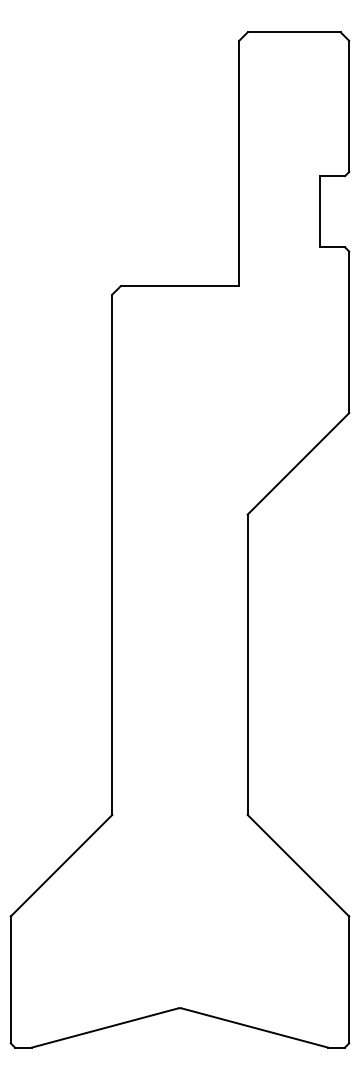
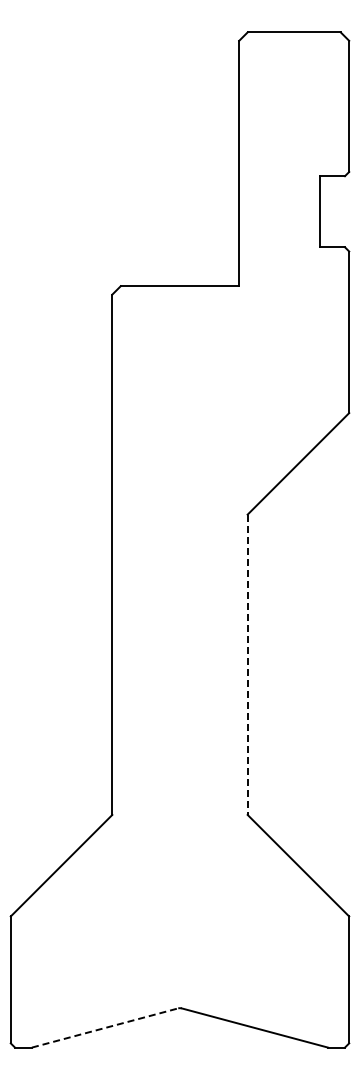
line at (247, 665): solid -> dashed
line at (105, 1027): solid -> dashed
